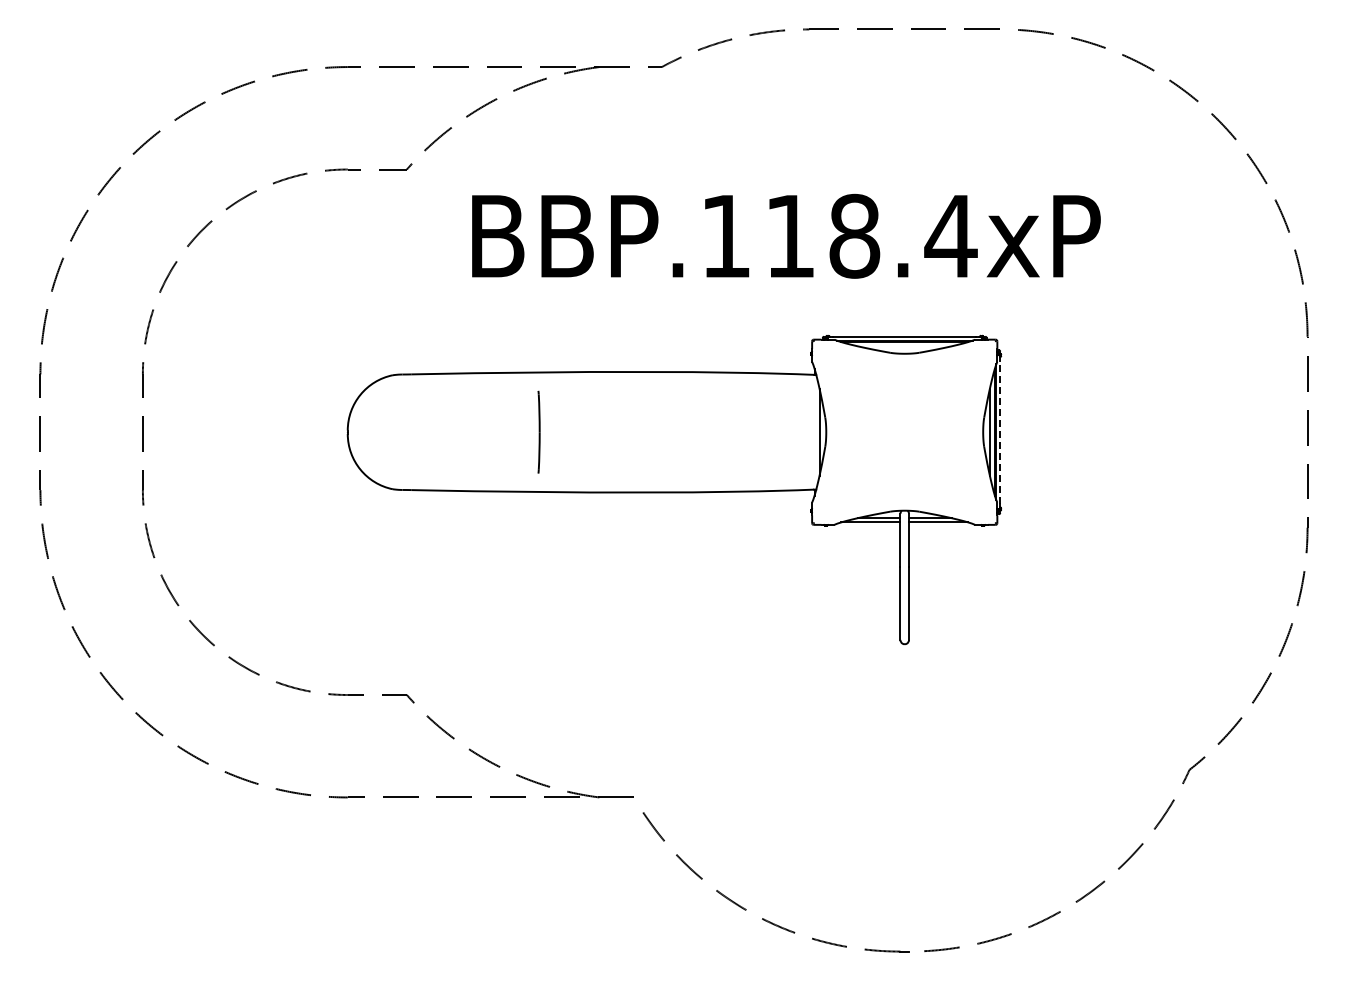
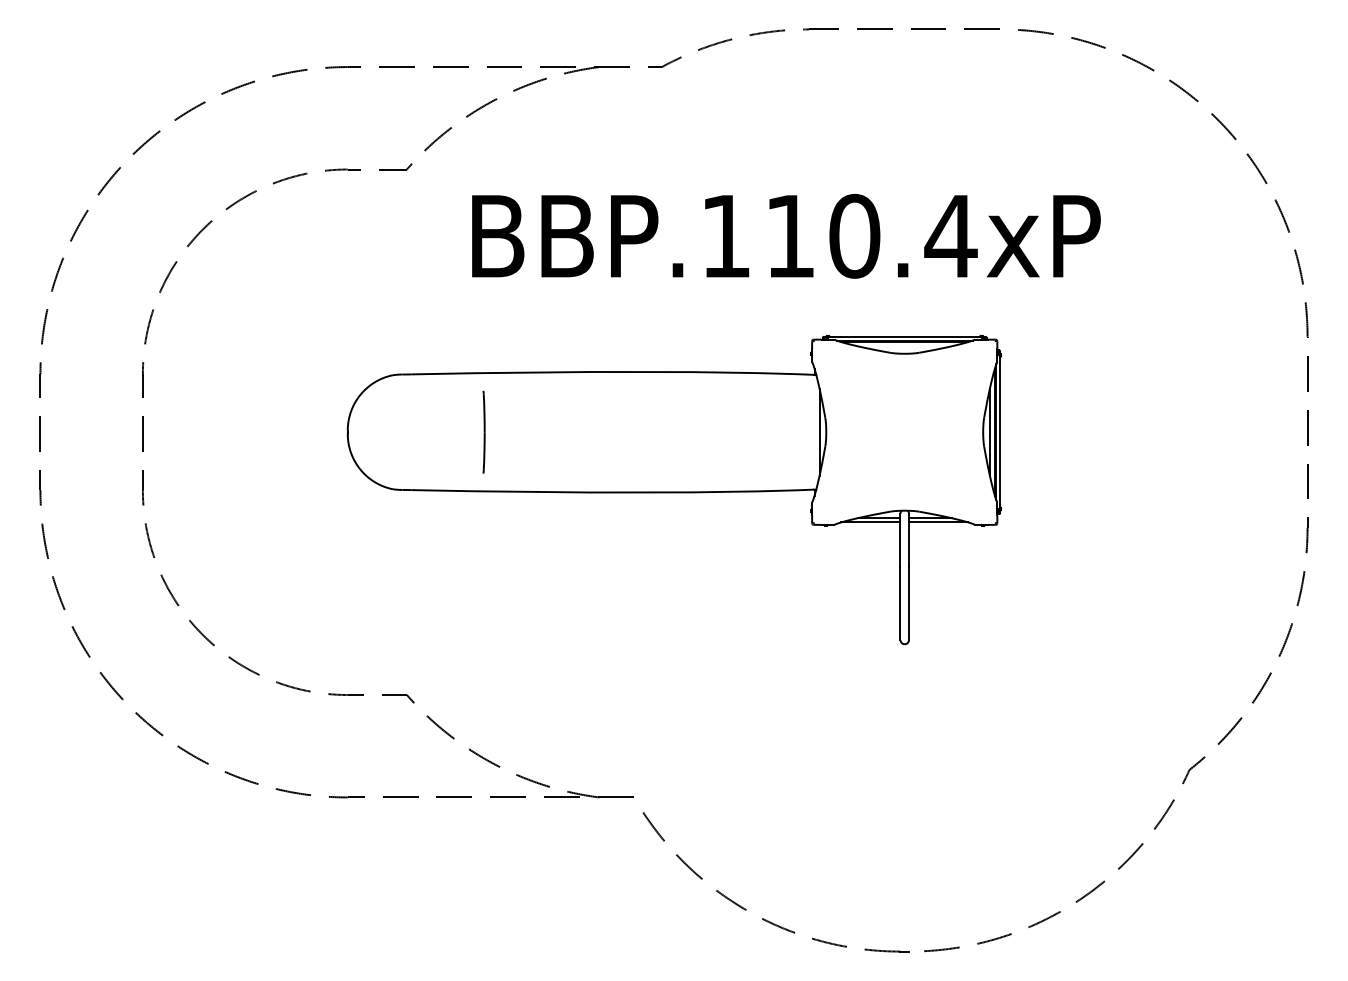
text at (854, 236): BBP.118.4xP -> BBP.110.4xP
line at (538, 431) position: (538, 431) -> (483, 431)
line at (1000, 432): dashed -> solid
